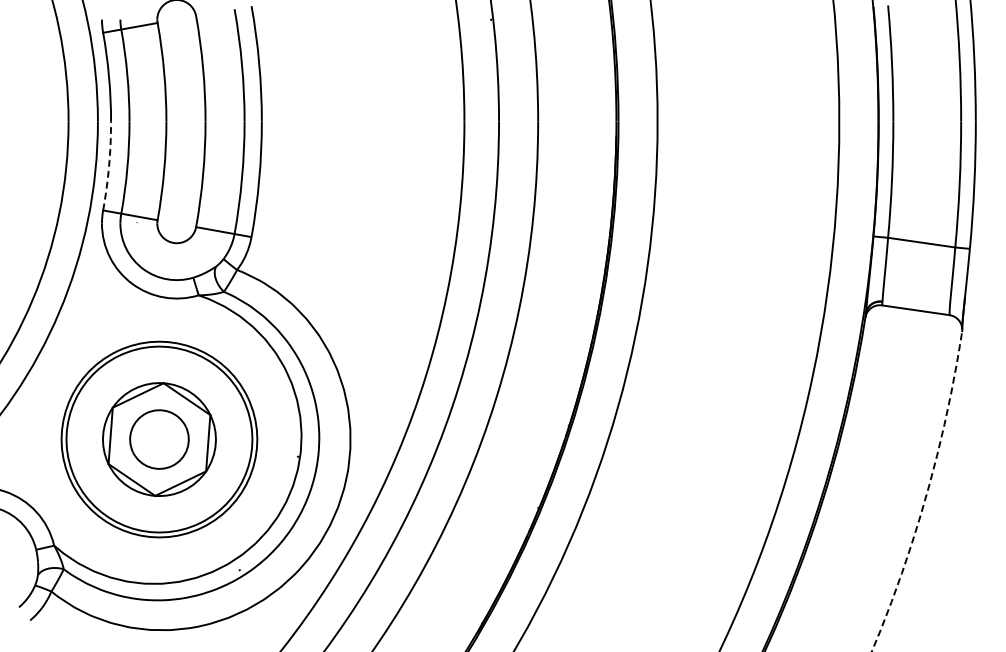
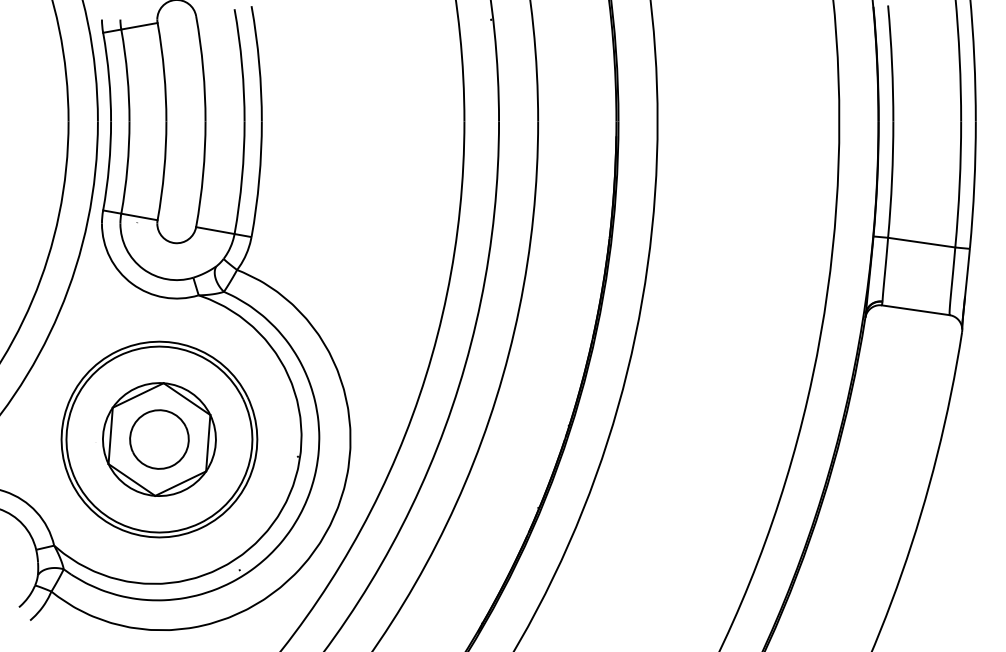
arc at (109, 166): dashed -> solid
arc at (926, 493): dashed -> solid
